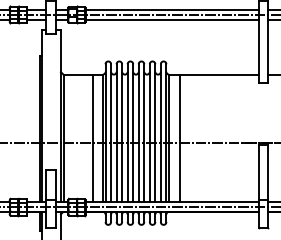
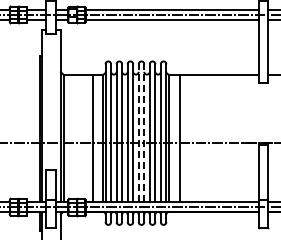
line at (138, 132): solid -> dashed
line at (144, 132): solid -> dashed
